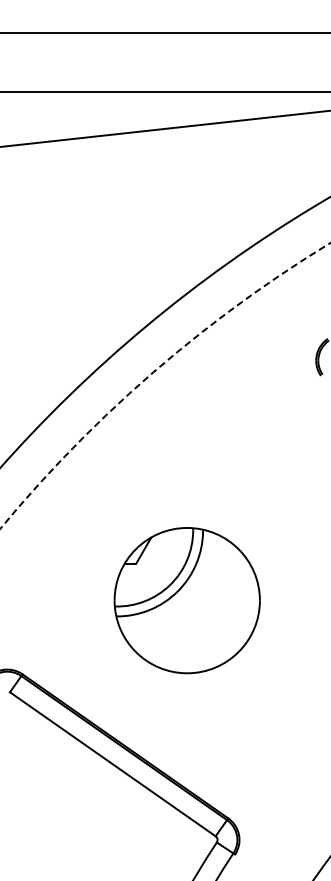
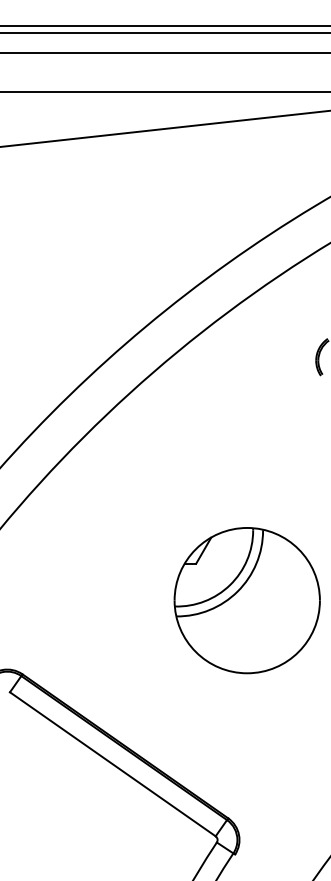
line at (164, 26): none -> present
line at (164, 52): none -> present
arc at (153, 372): dashed -> solid
part at (186, 600) position: (186, 600) -> (246, 600)
